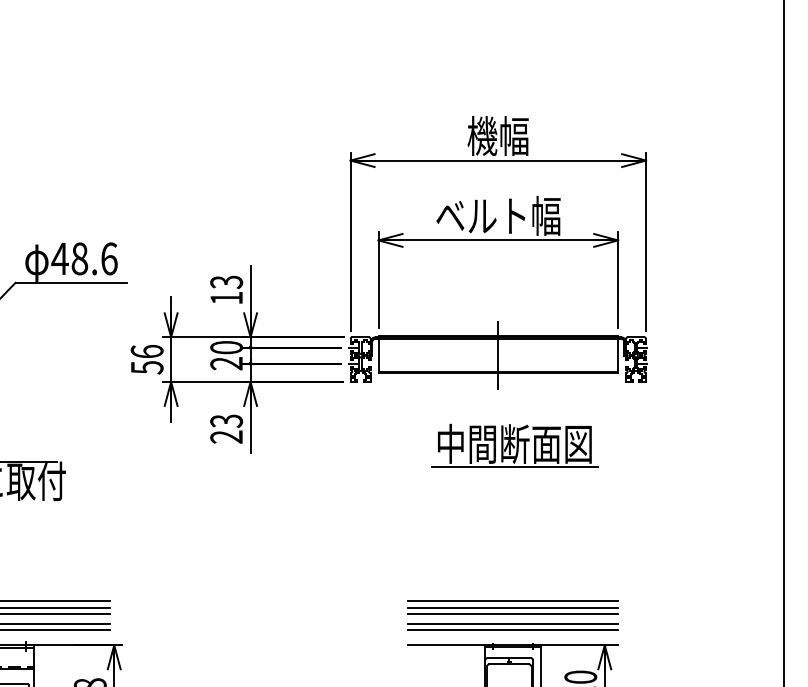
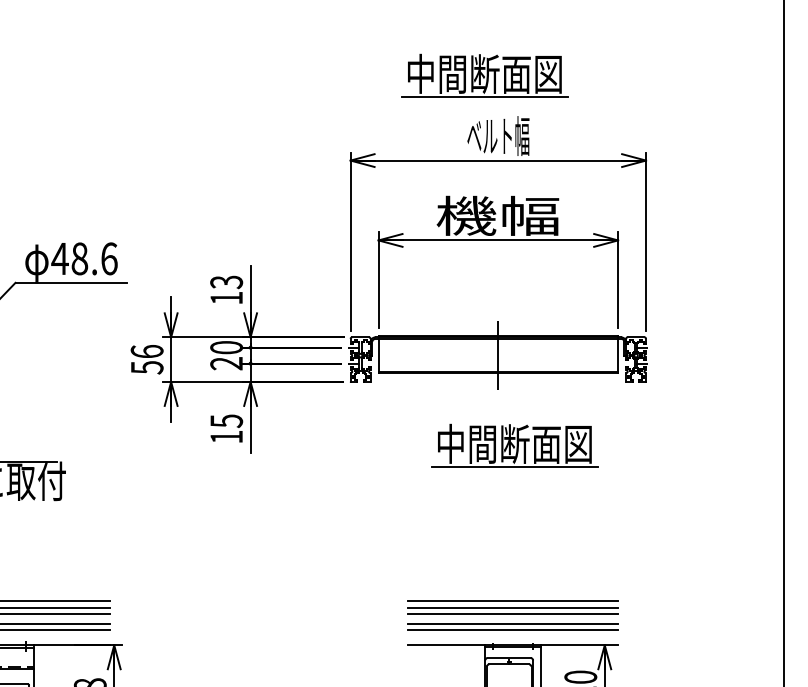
part at (484, 75): none -> present
text at (498, 136): 機幅 -> ベルト幅
text at (498, 215): ベルト幅 -> 機幅
text at (226, 428): 23 -> 15
